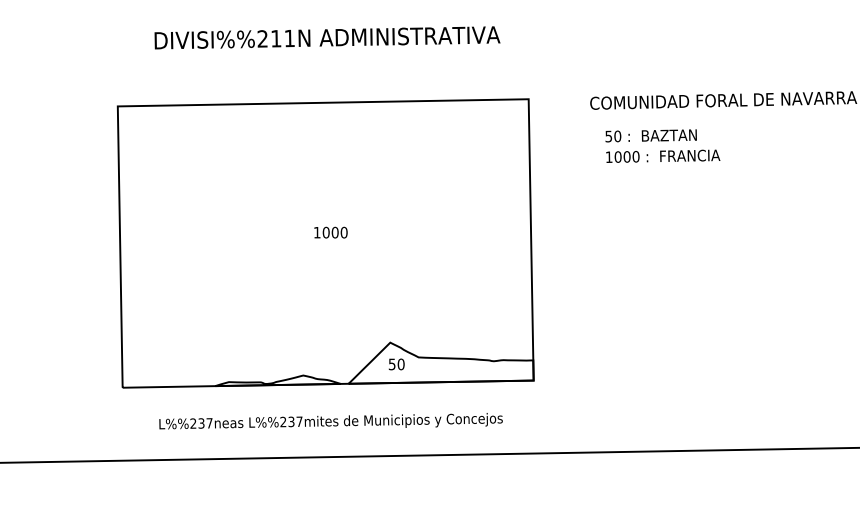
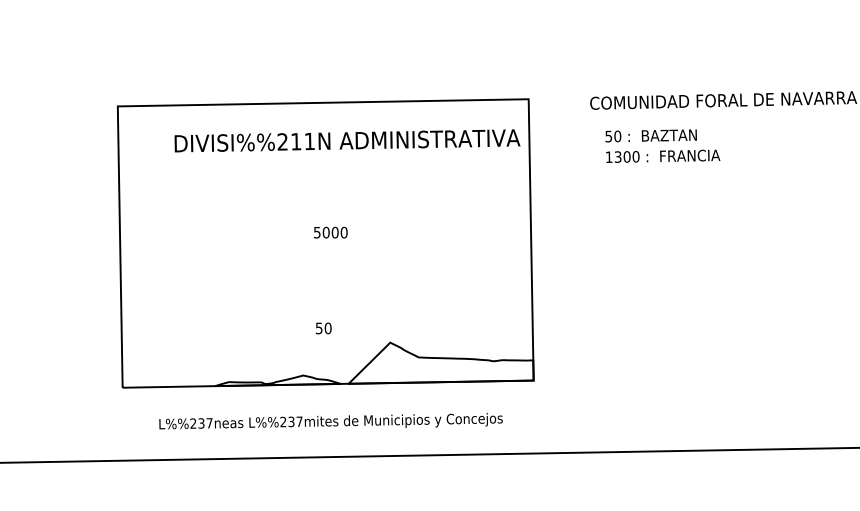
text at (327, 37) position: (327, 37) -> (347, 140)
text at (617, 156): 1000 -> 1300
text at (317, 232): 1000 -> 5000
text at (396, 364) position: (396, 364) -> (323, 328)
